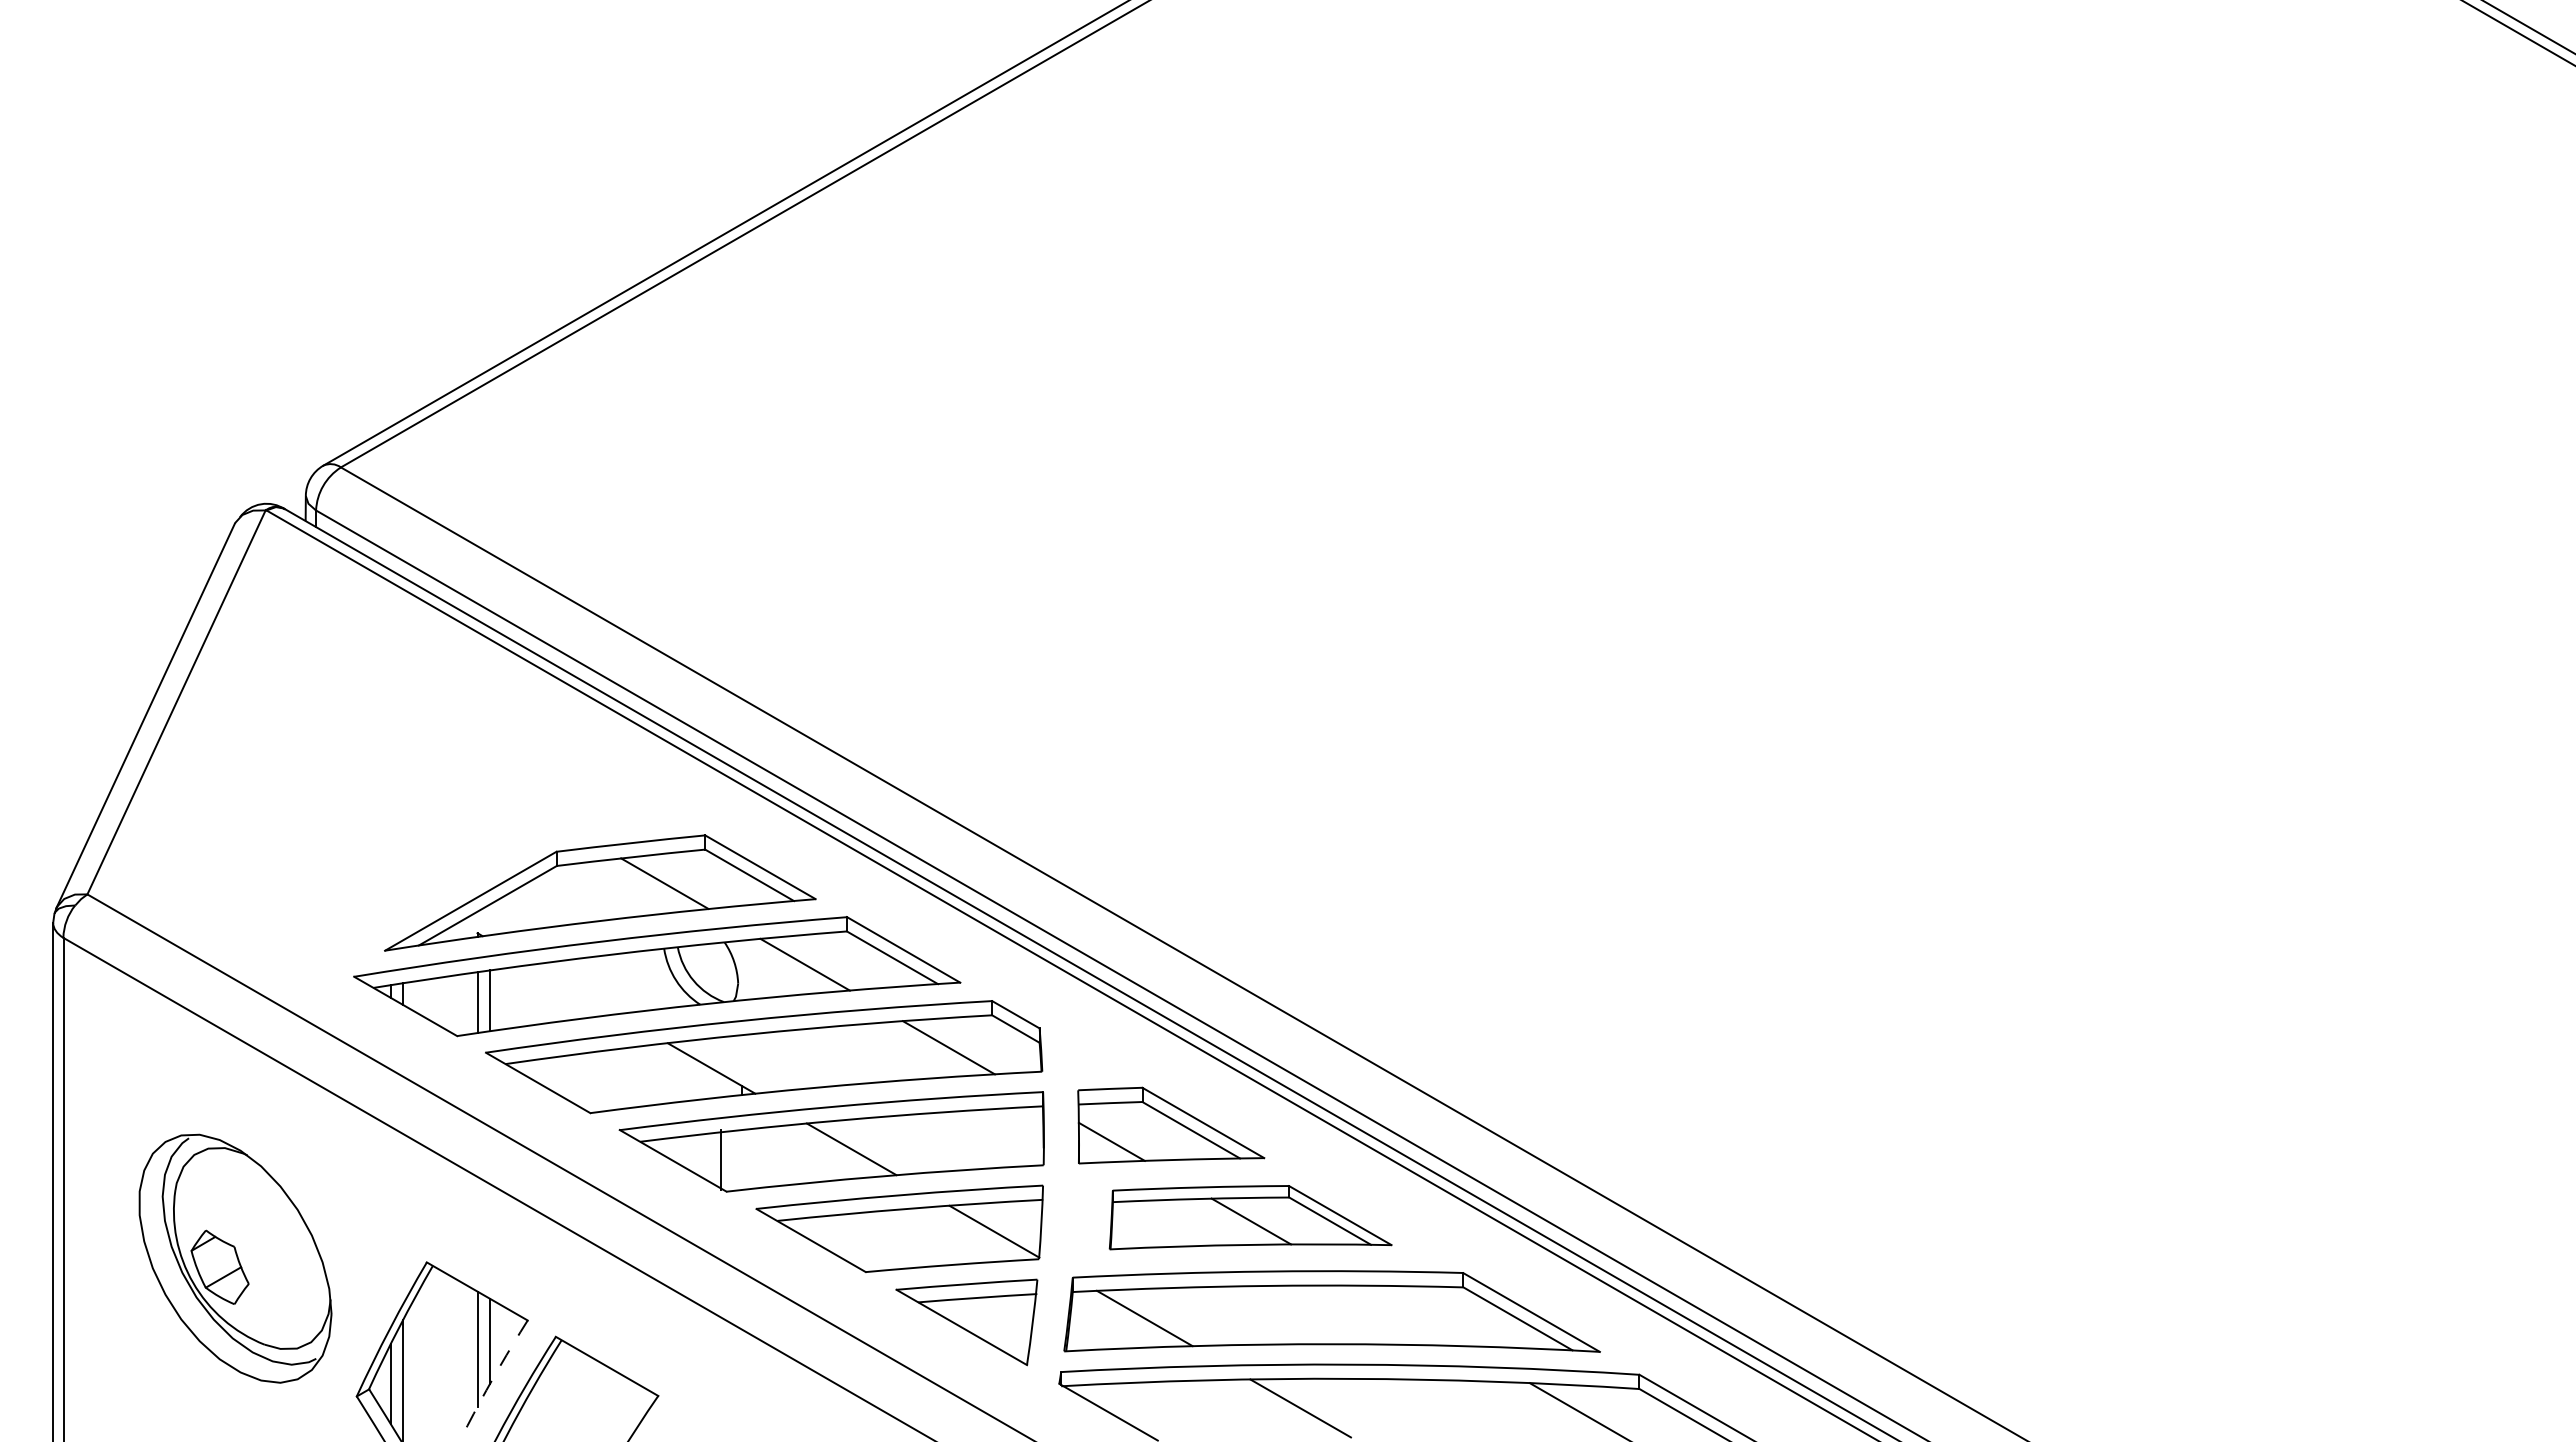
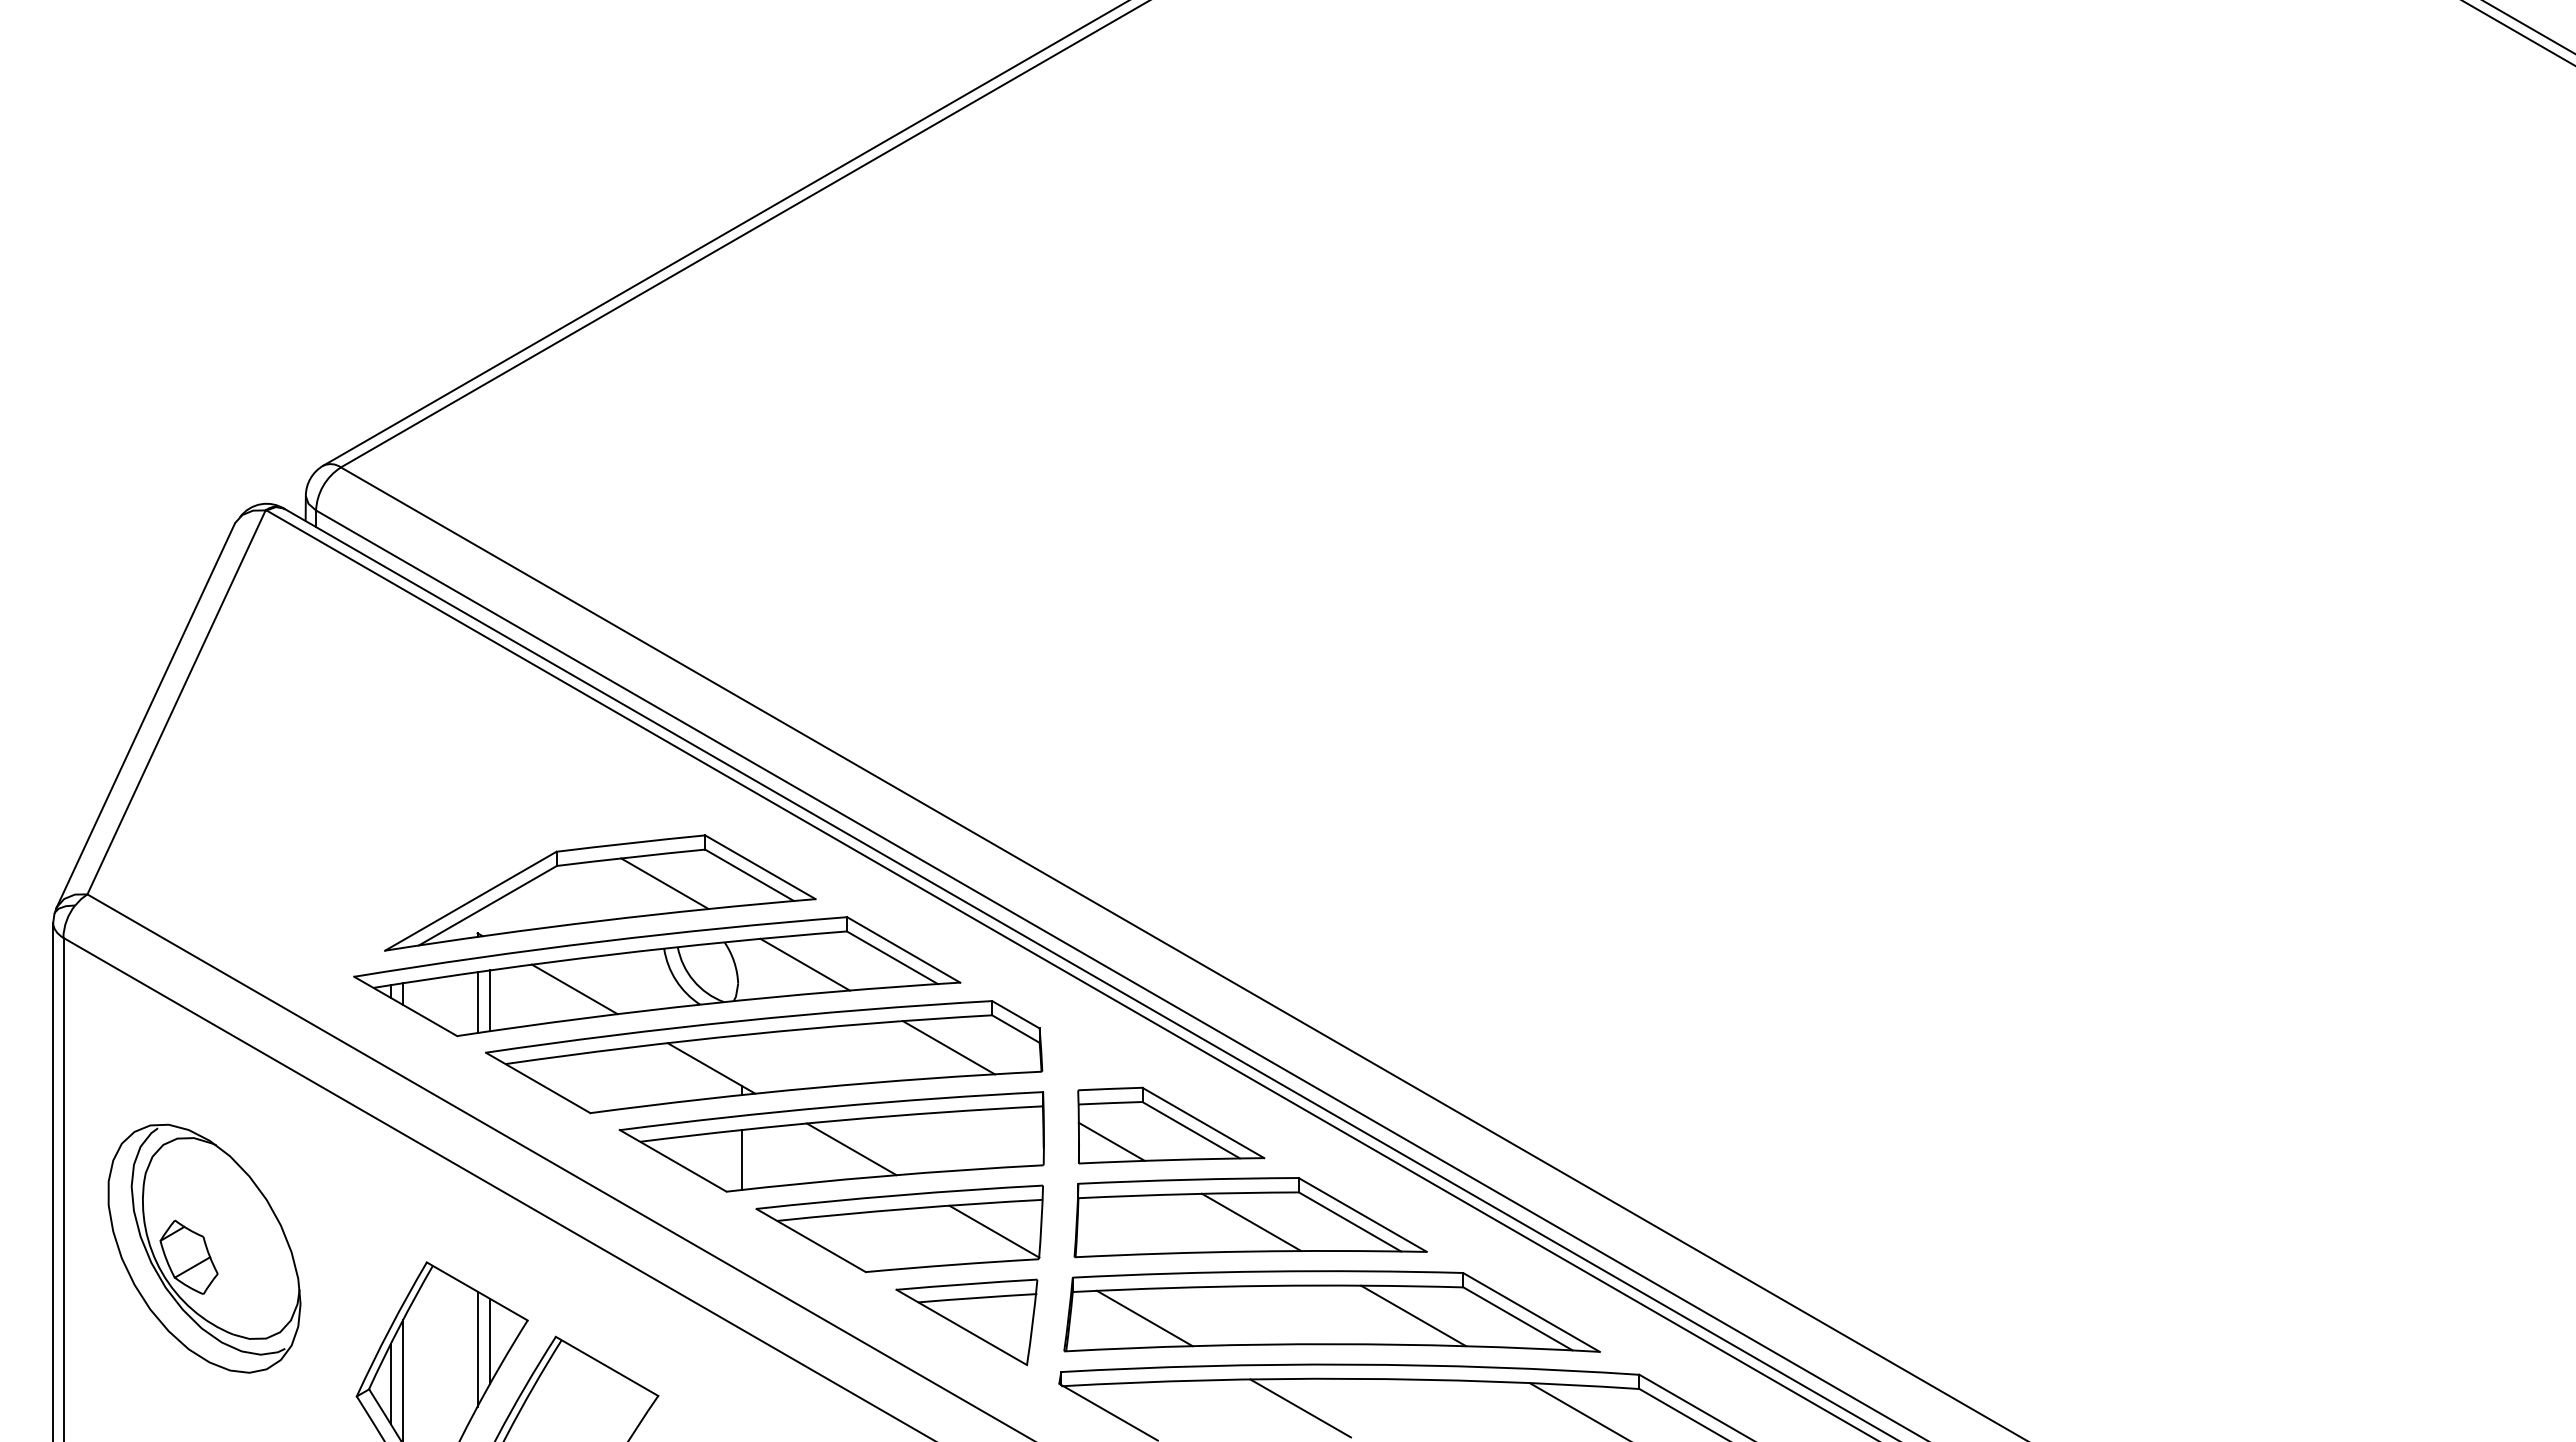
line at (574, 989): none -> present
line at (721, 1159) position: (721, 1159) -> (742, 1159)
part at (1250, 1217) size: 285x66 px -> 355x82 px
part at (235, 1258) position: (235, 1258) -> (204, 1248)
line at (1413, 1315): none -> present
arc at (491, 1380): dashed -> solid
